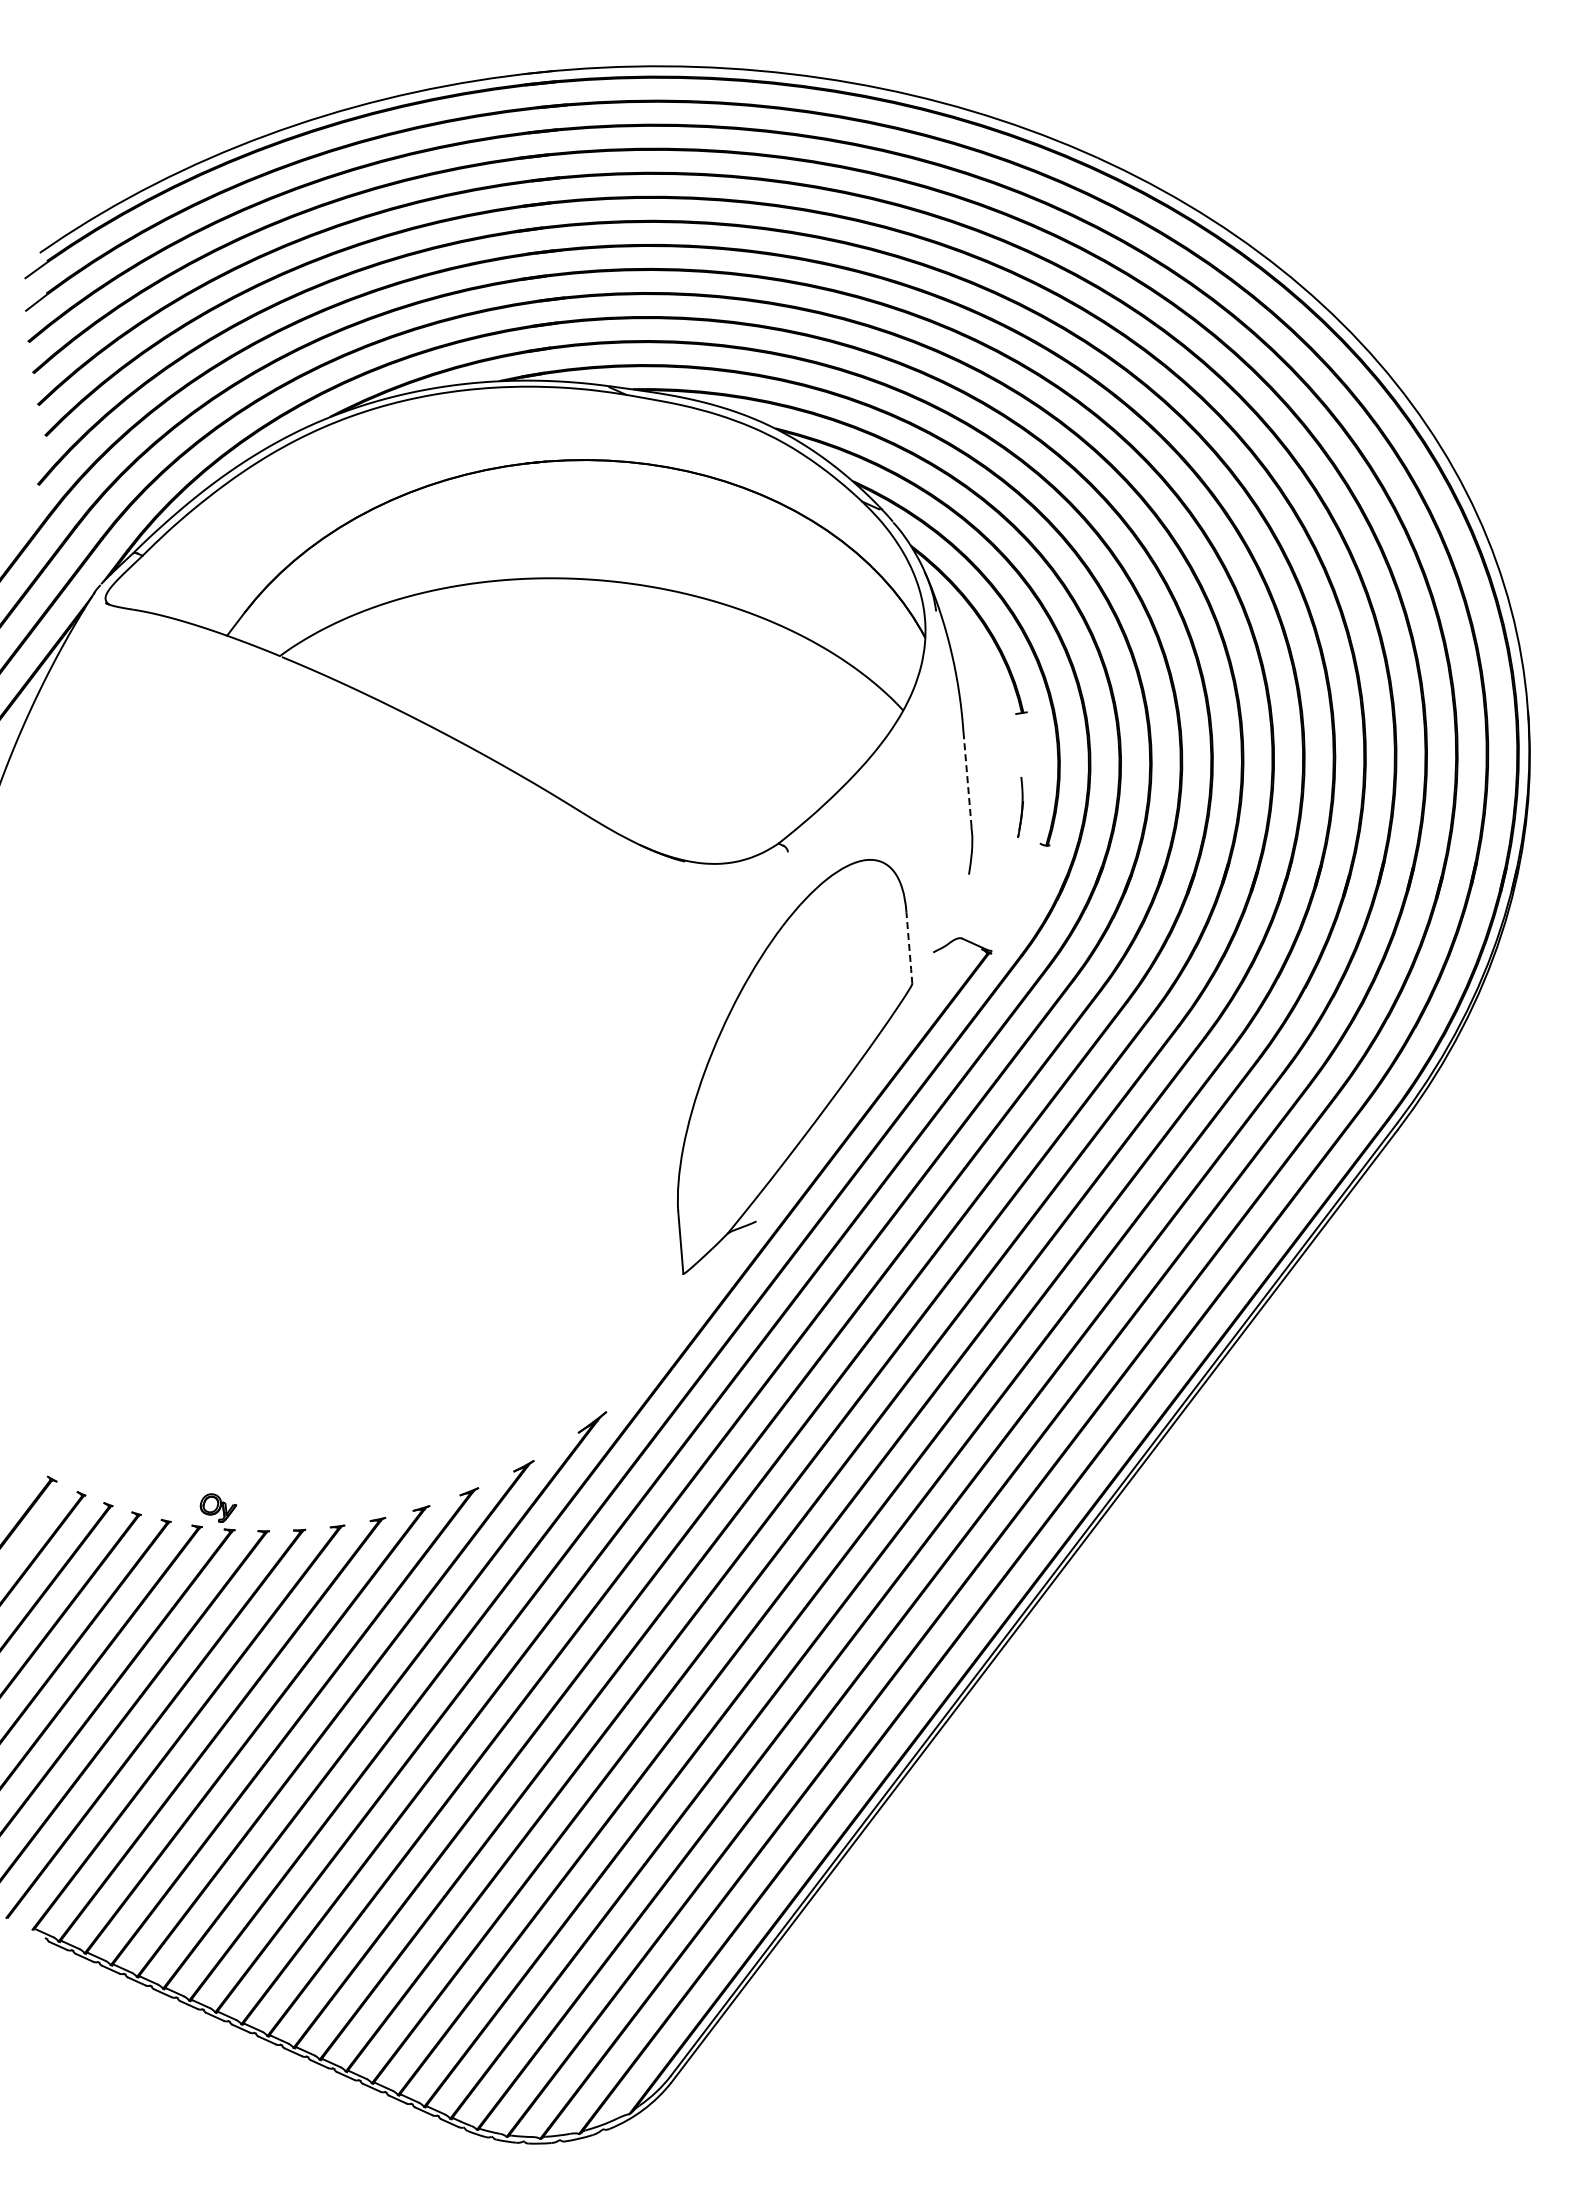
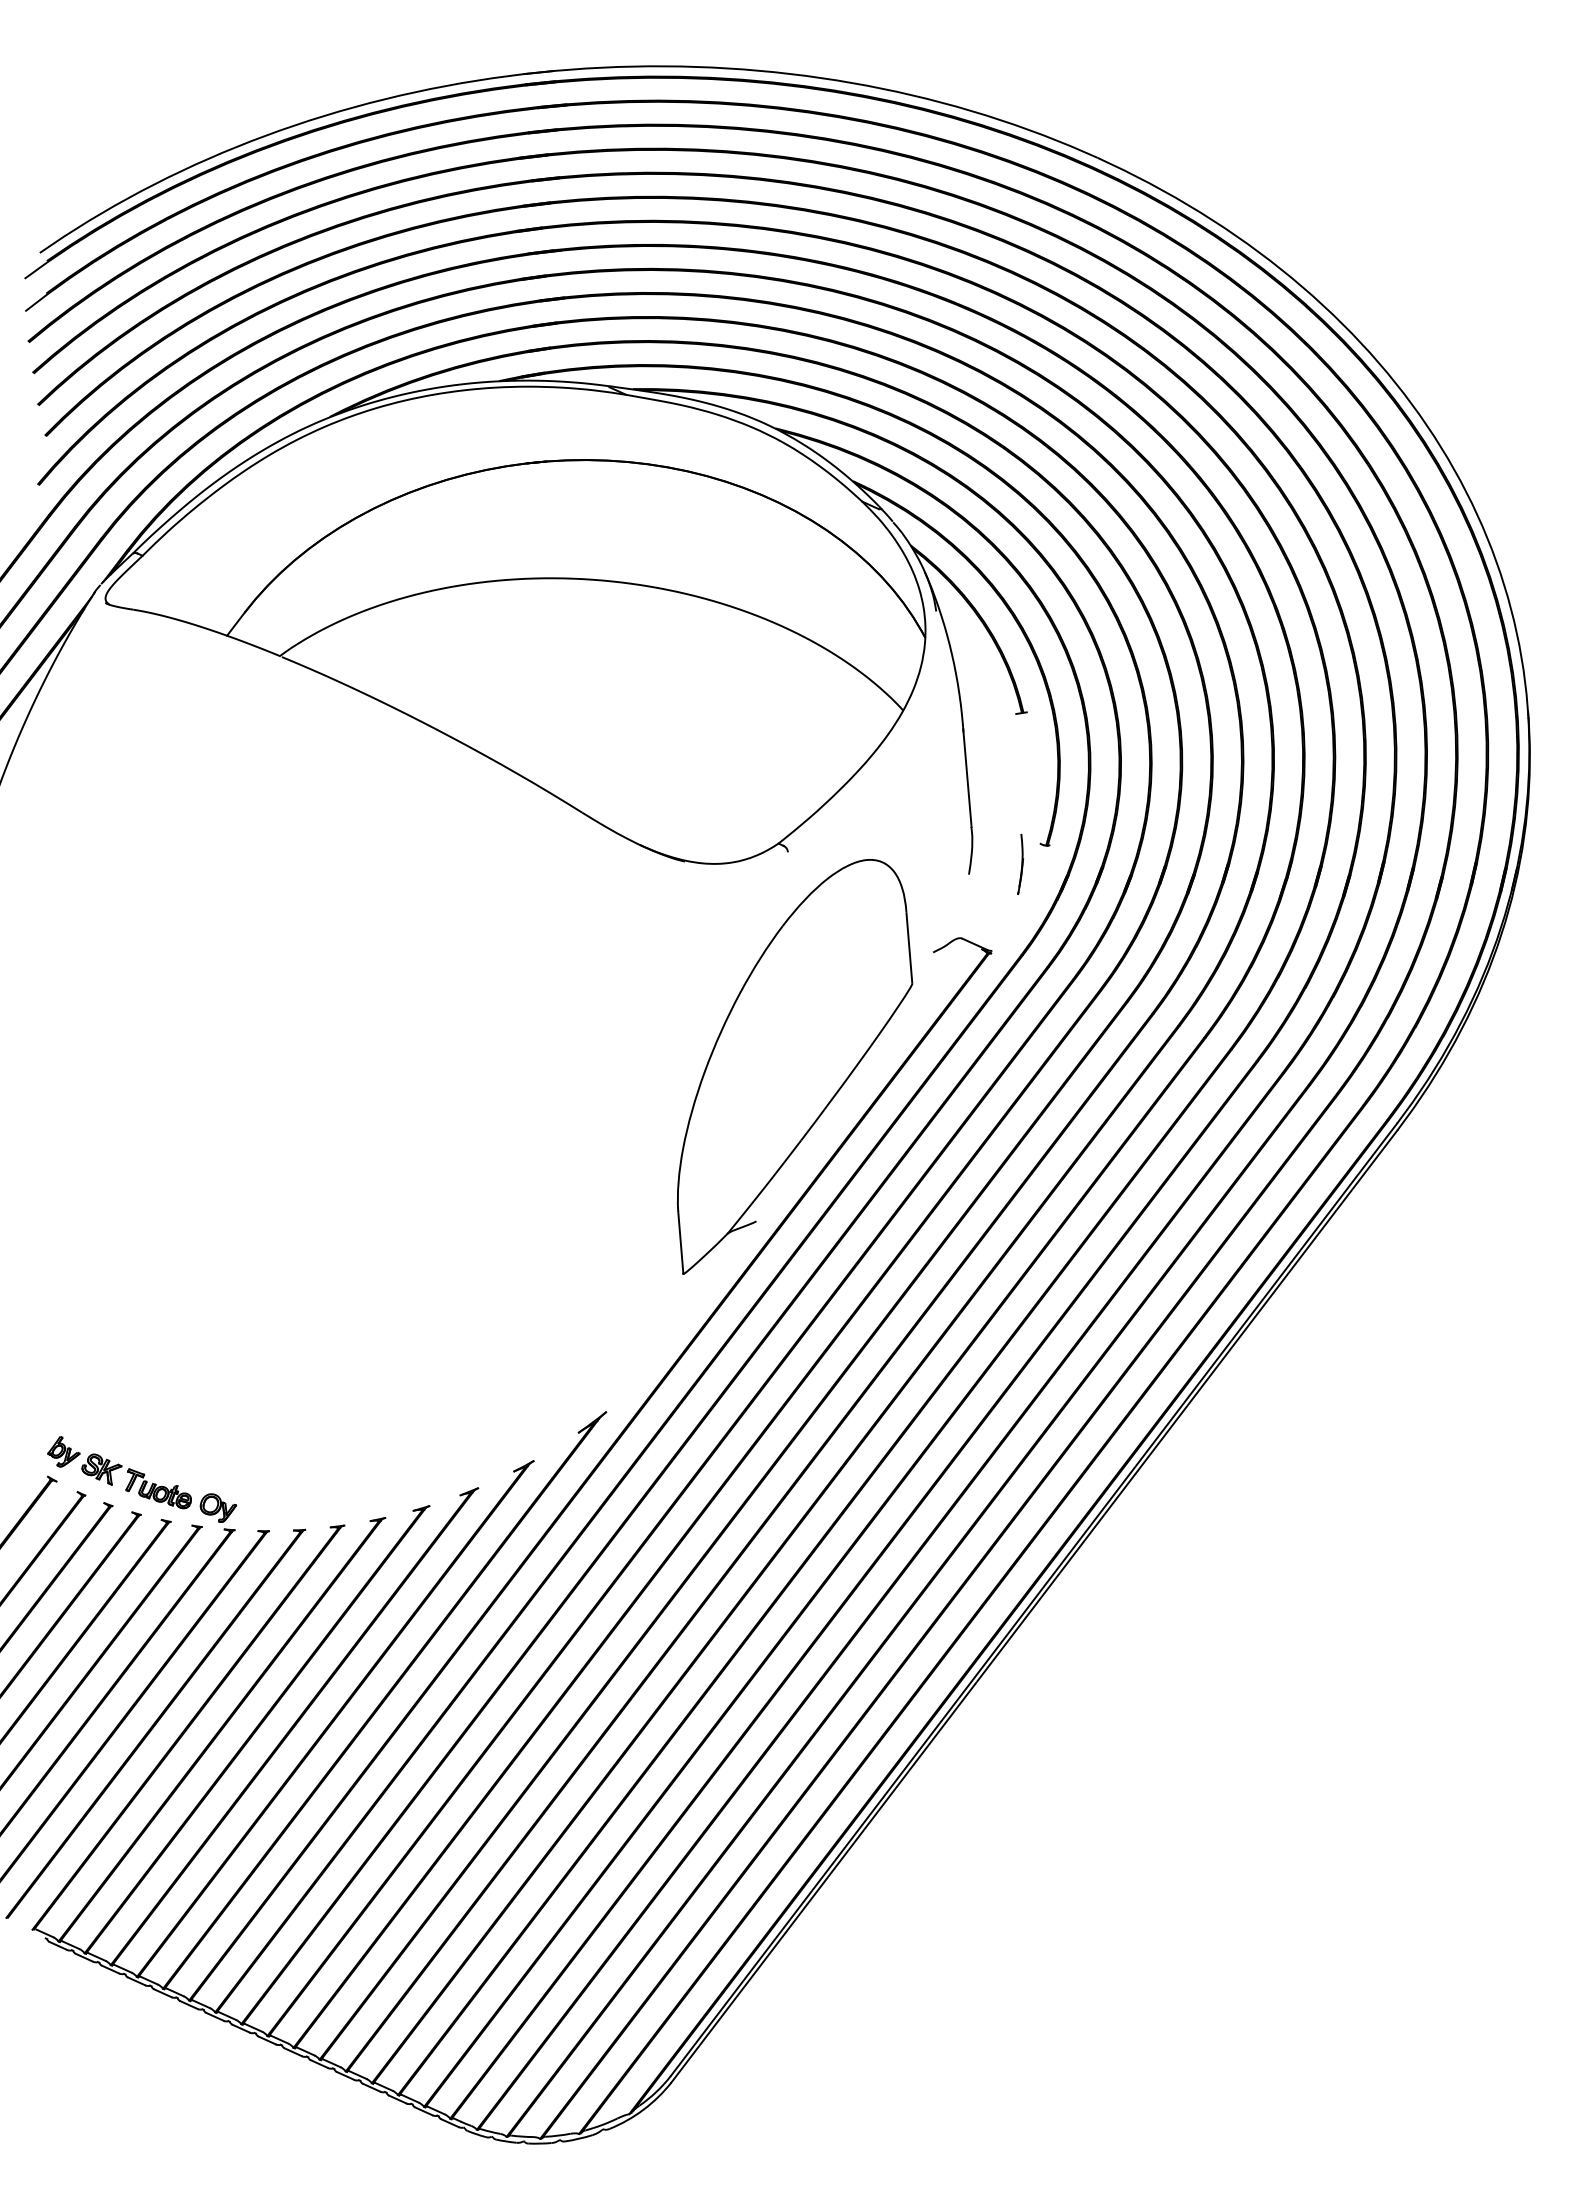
line at (967, 777): dashed -> solid
part at (1020, 806) position: (1020, 806) -> (1020, 863)
line at (909, 948): dashed -> solid
part at (119, 1472): none -> present
